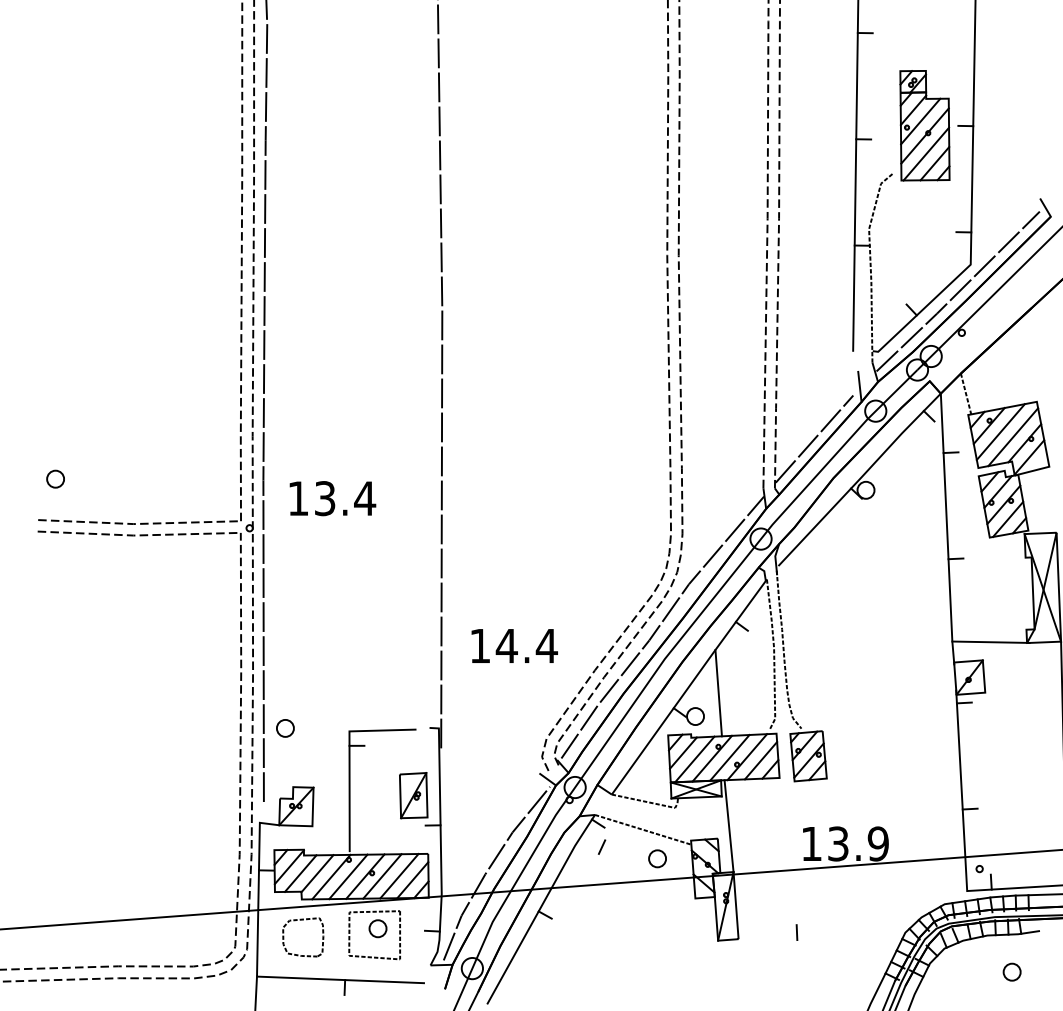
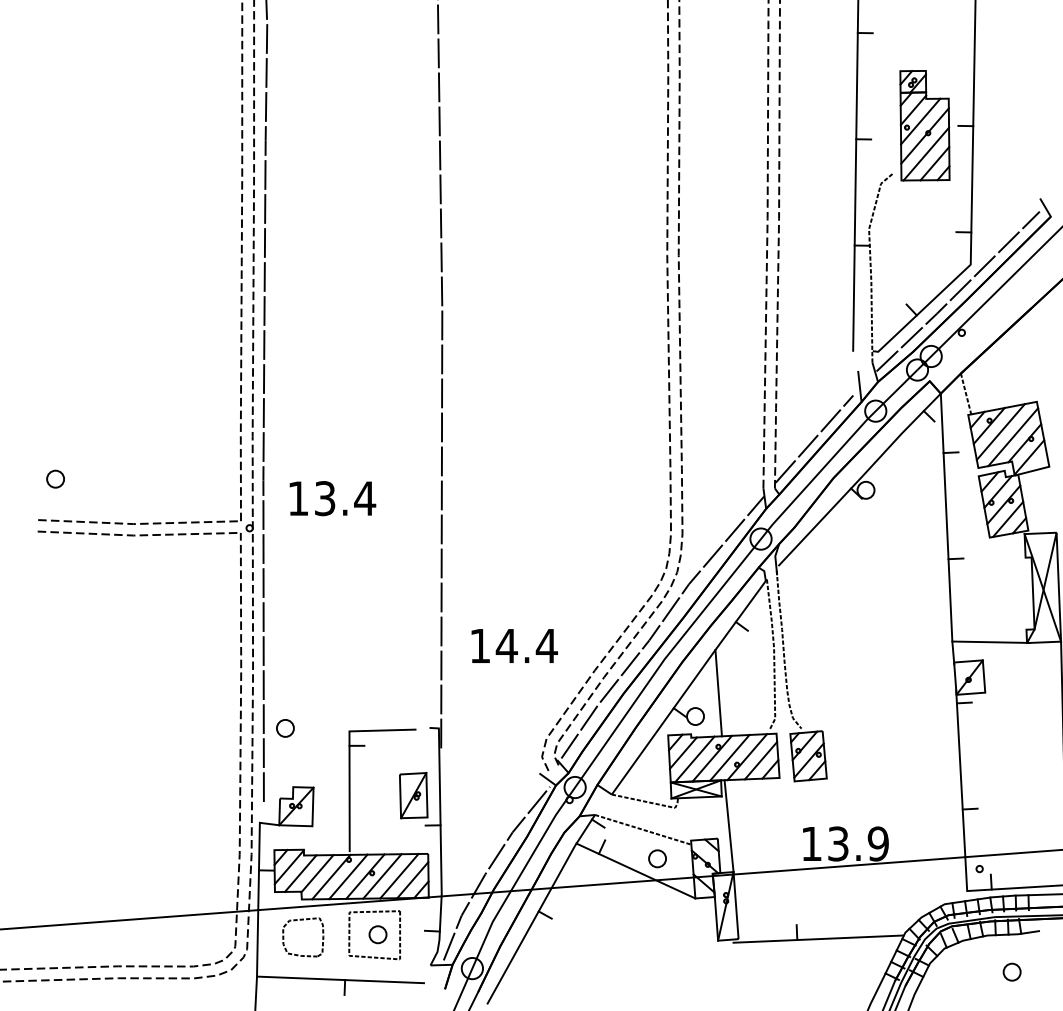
line at (635, 870): none -> present
part at (377, 928) position: (377, 928) -> (377, 934)
line at (818, 938): none -> present
